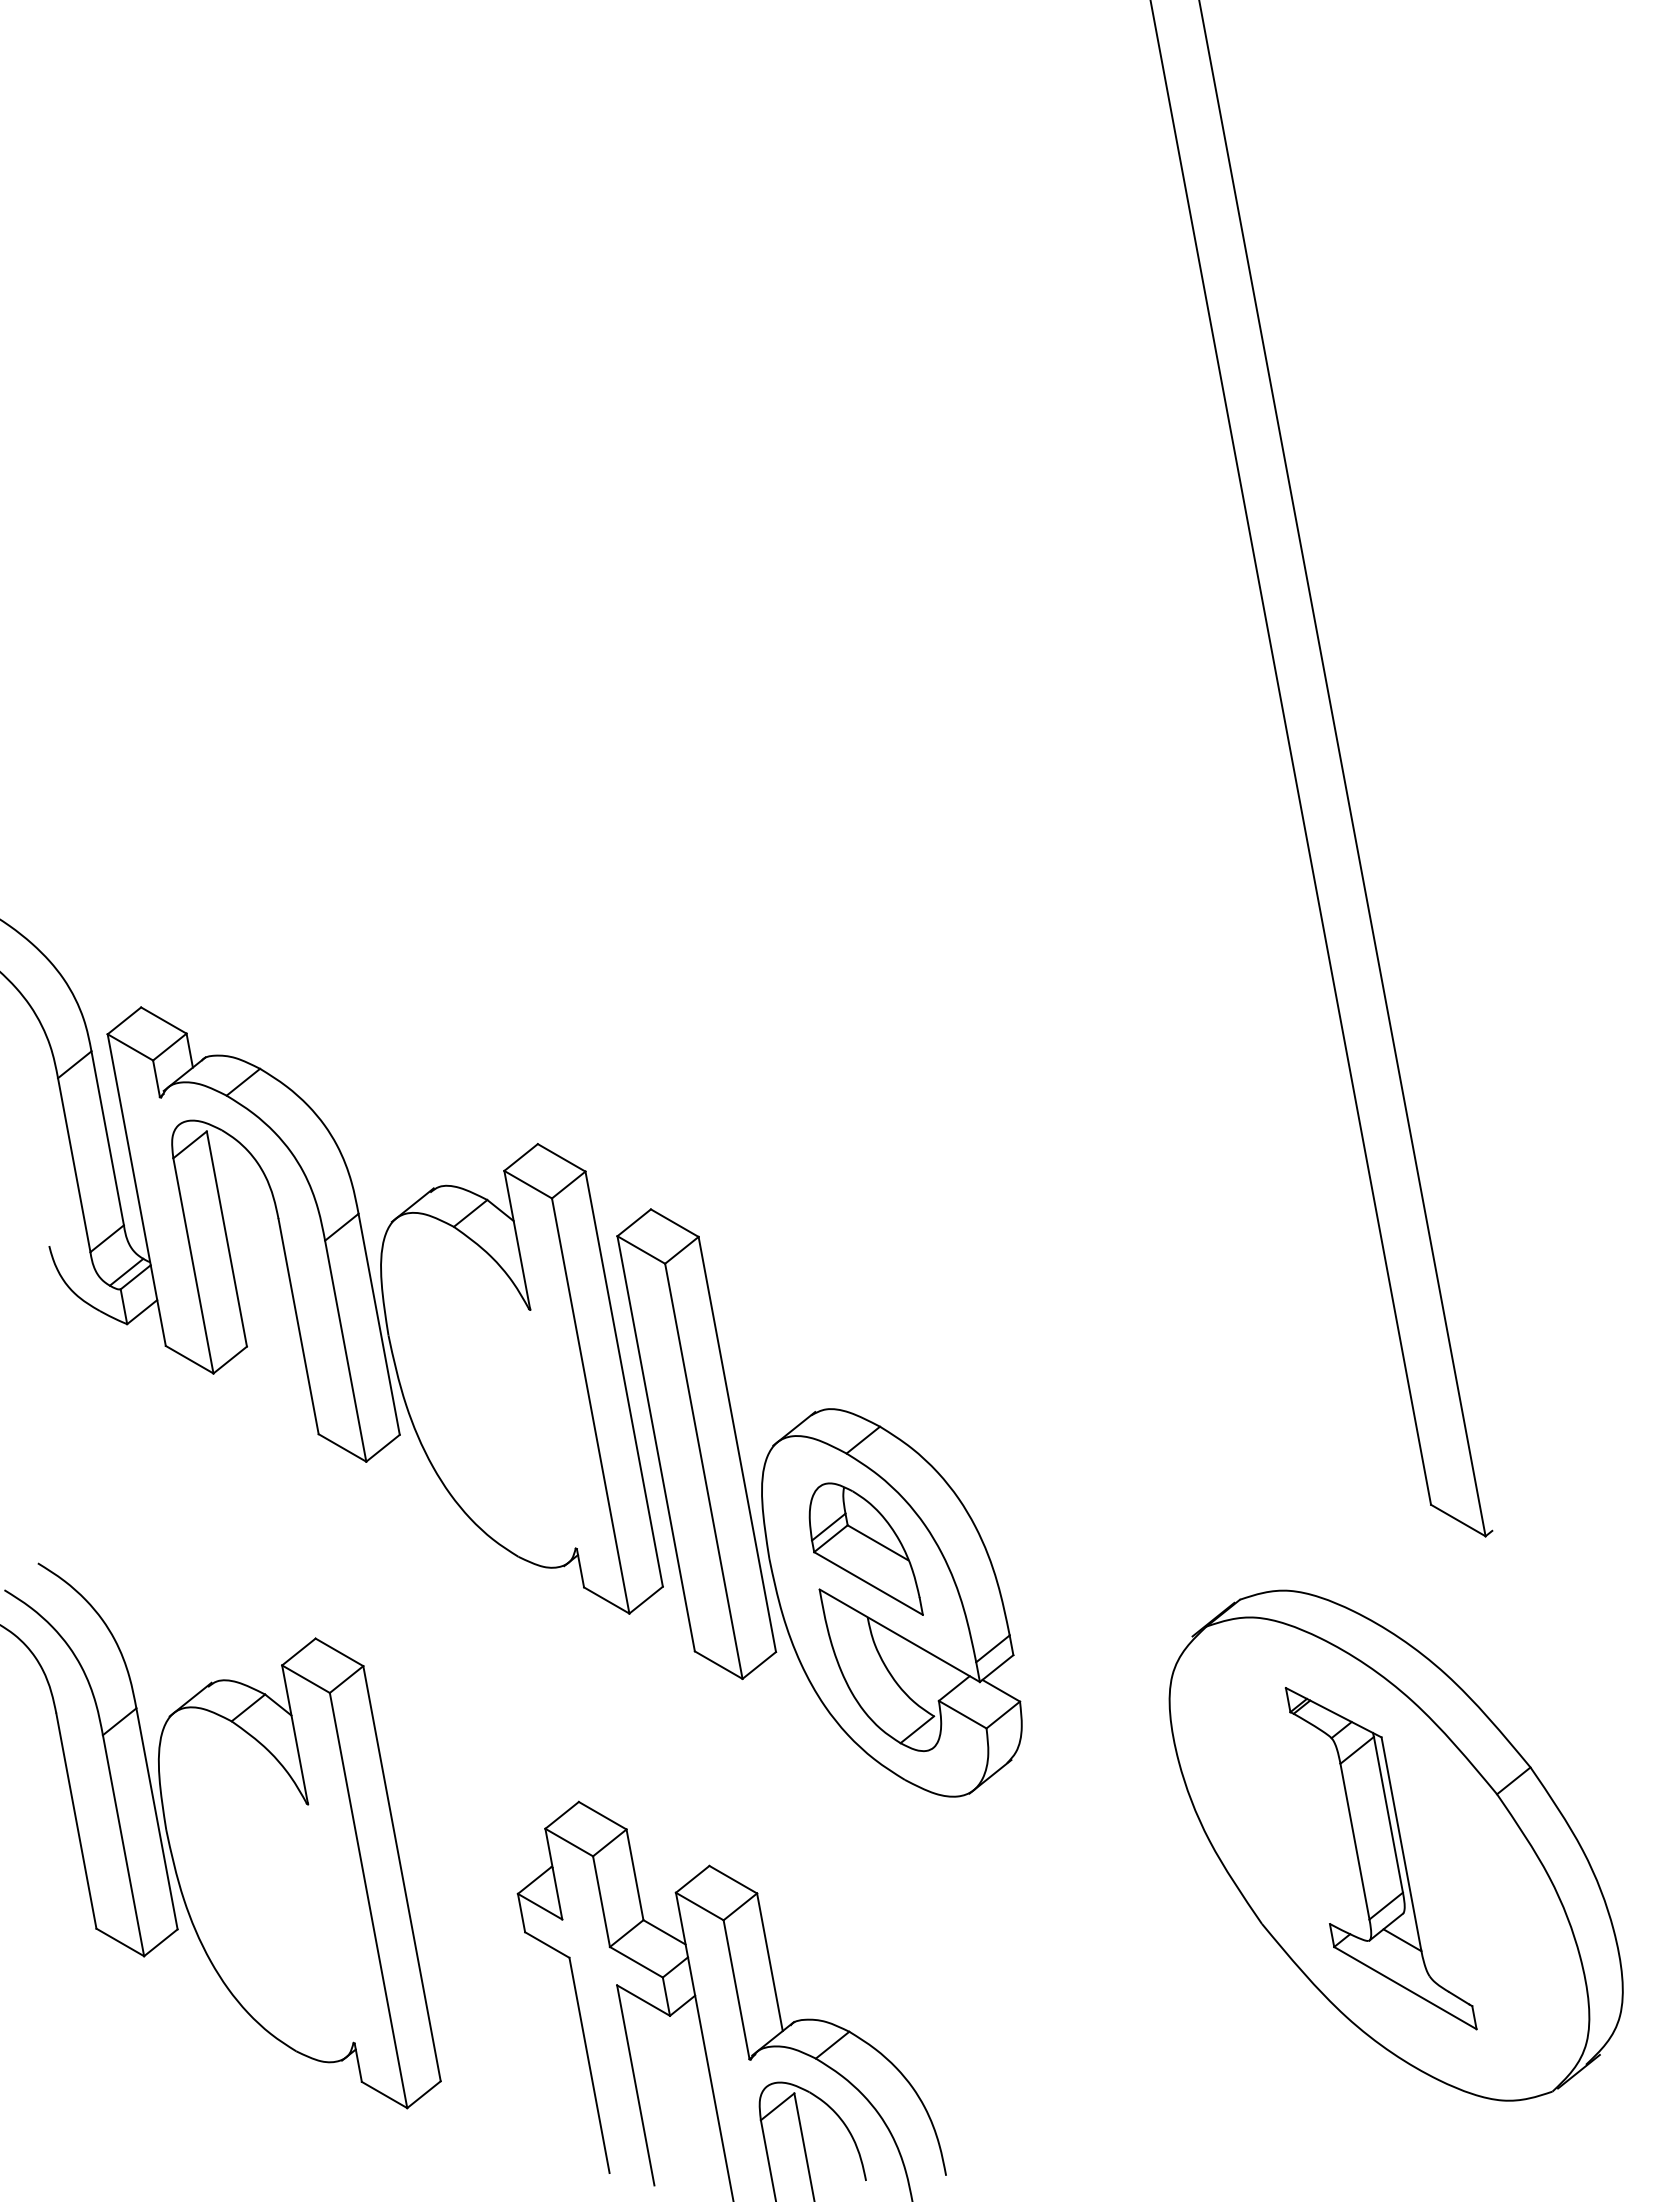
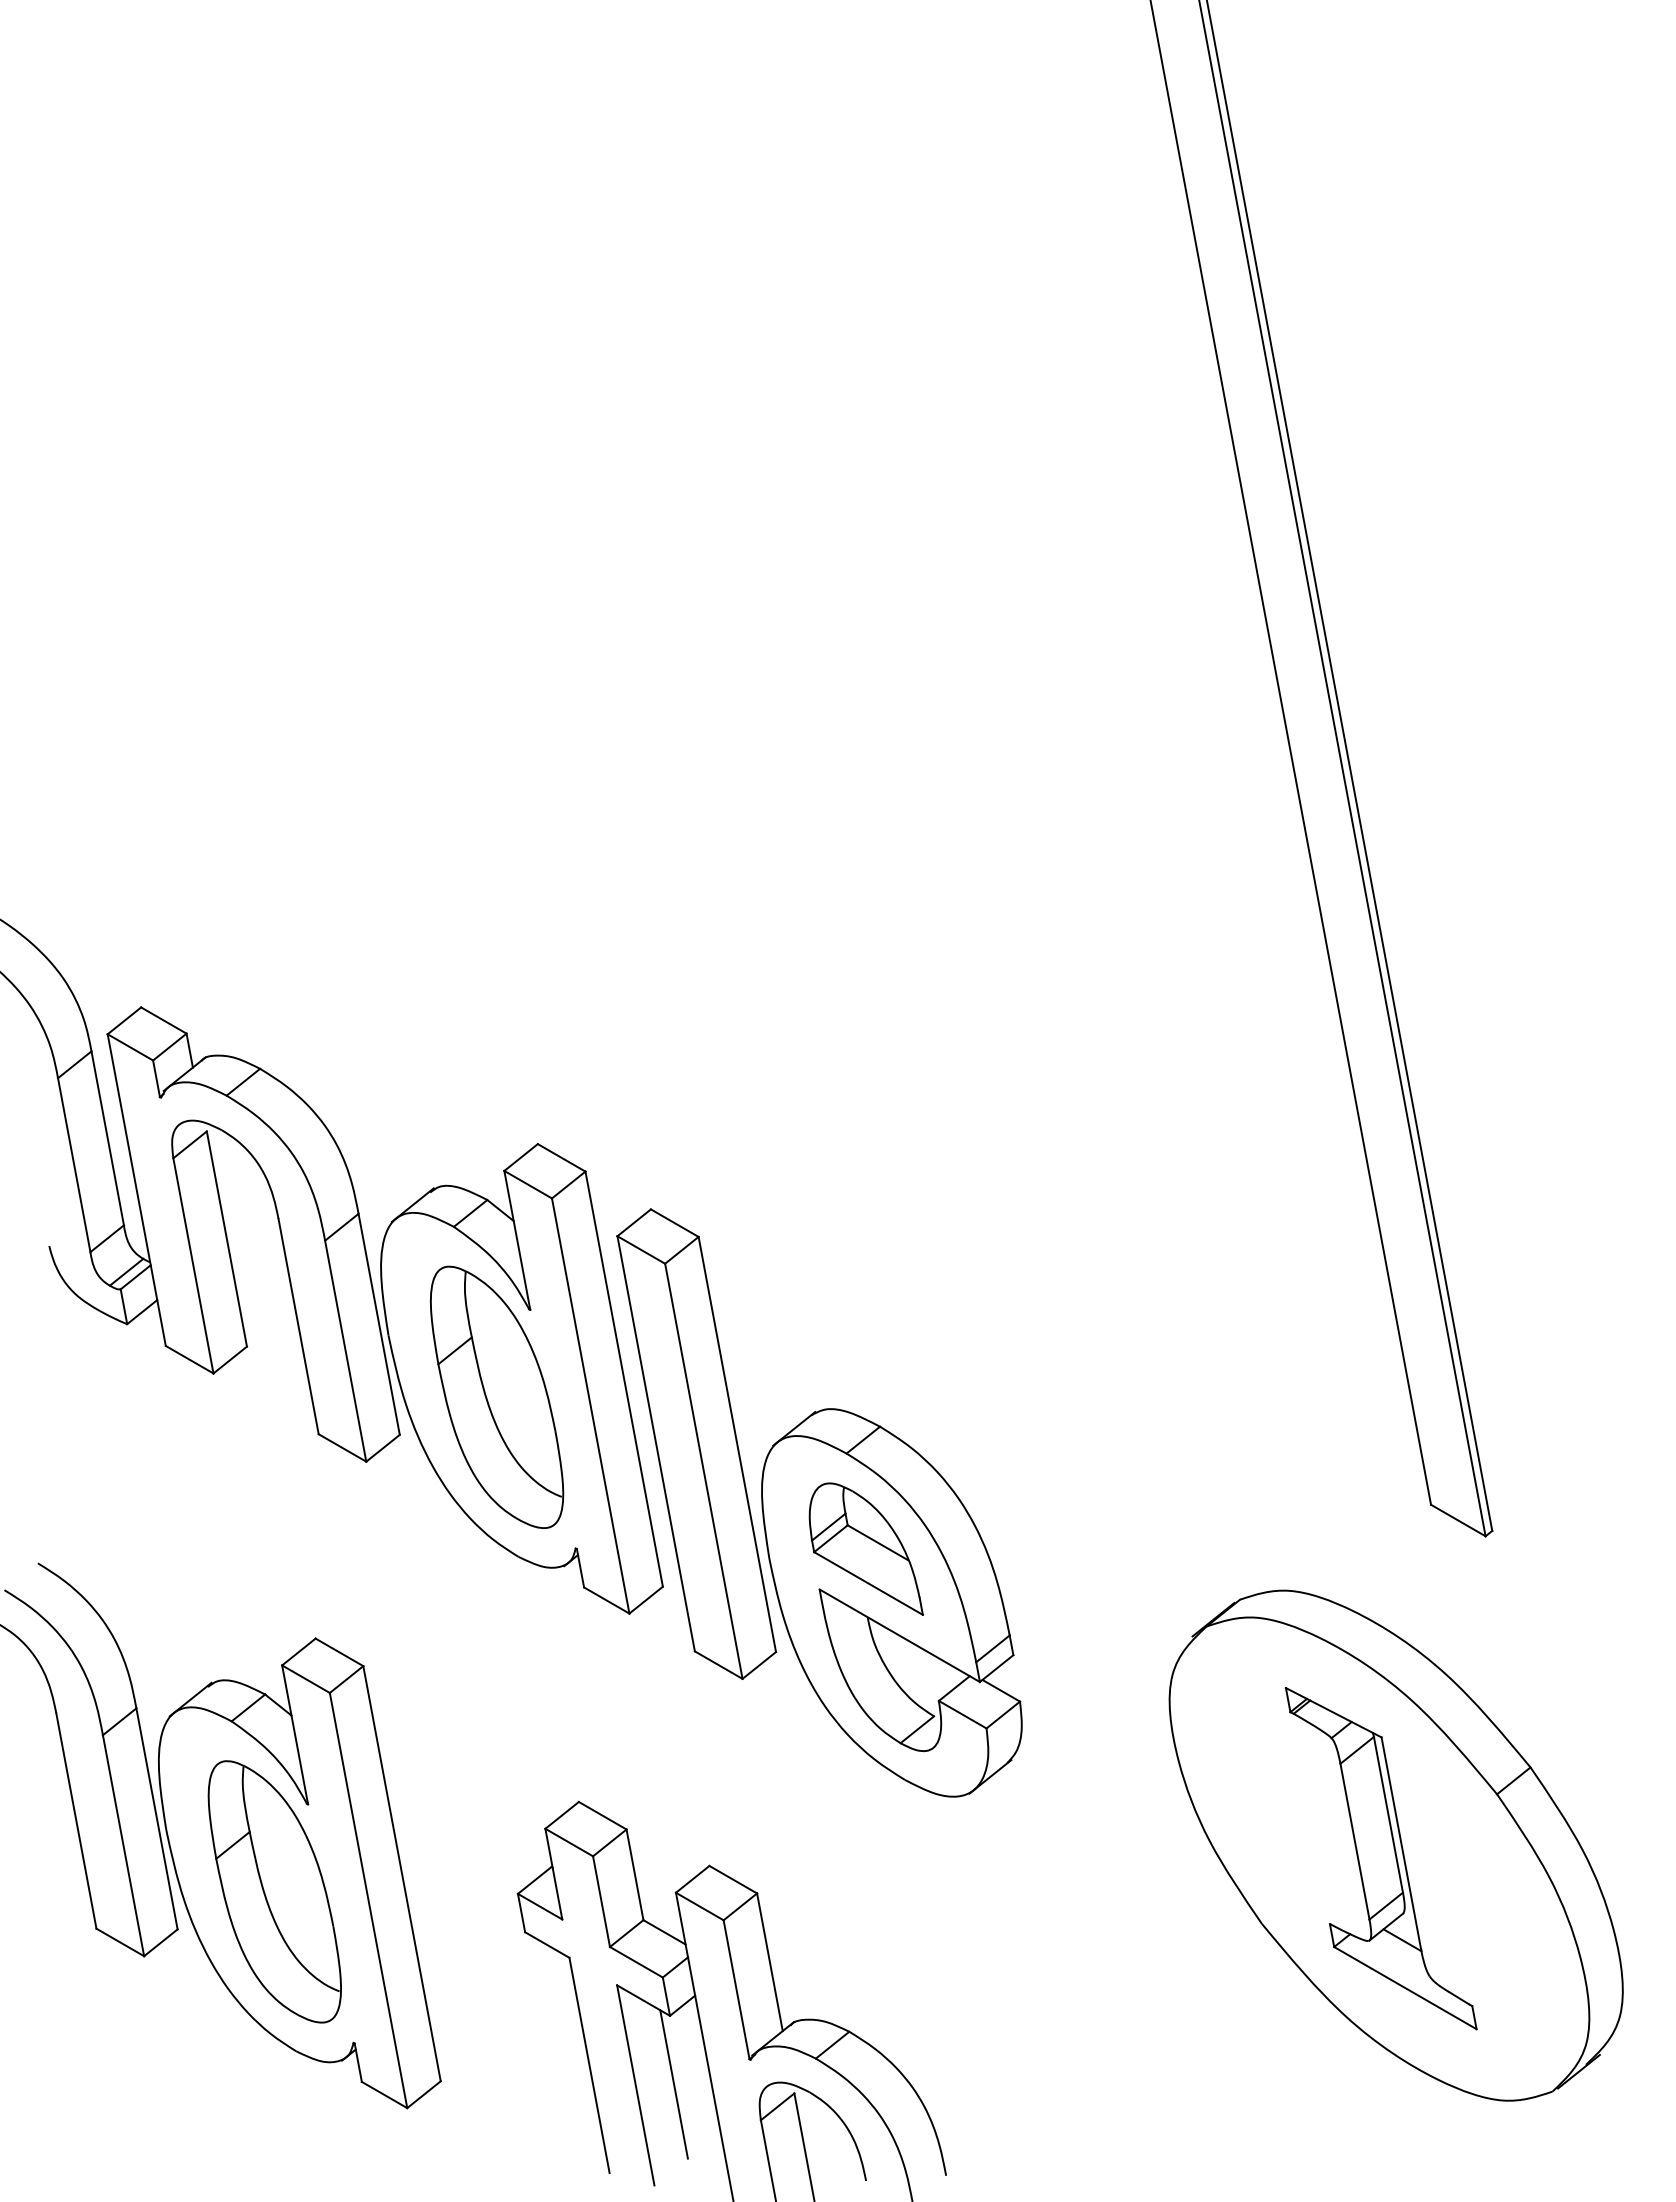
line at (1349, 766): none -> present
part at (496, 1396): none -> present
part at (274, 1891): none -> present
line at (673, 2084): none -> present
